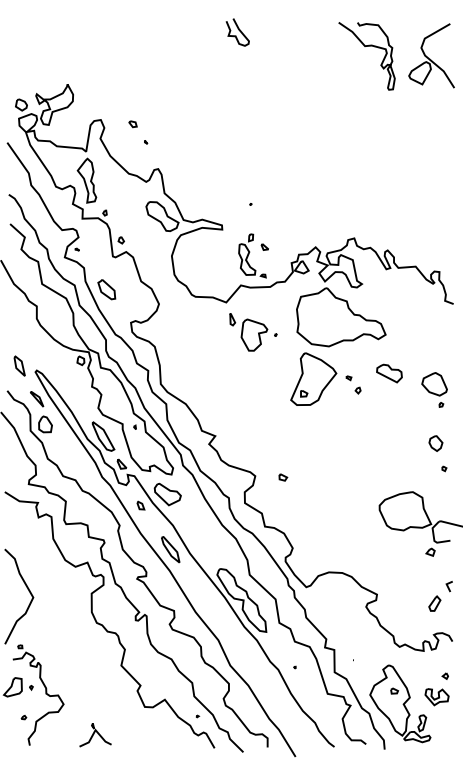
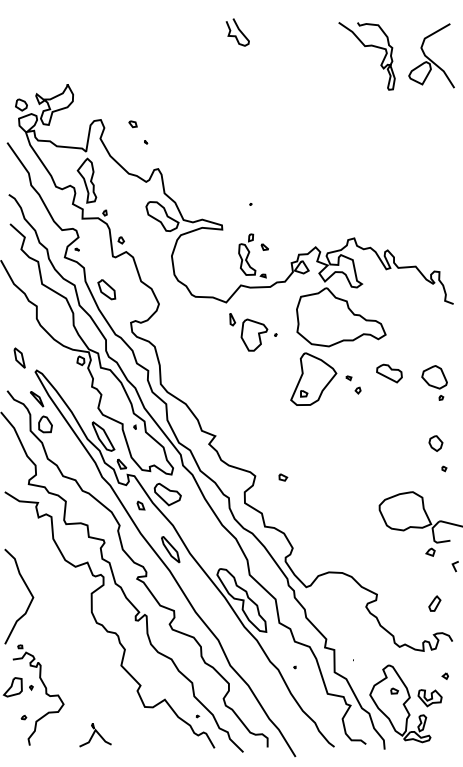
part at (19, 365) position: (19, 365) -> (19, 357)
part at (434, 389) position: (434, 389) -> (434, 382)
line at (448, 586) position: (448, 586) -> (454, 566)
part at (436, 697) position: (436, 697) -> (429, 698)
